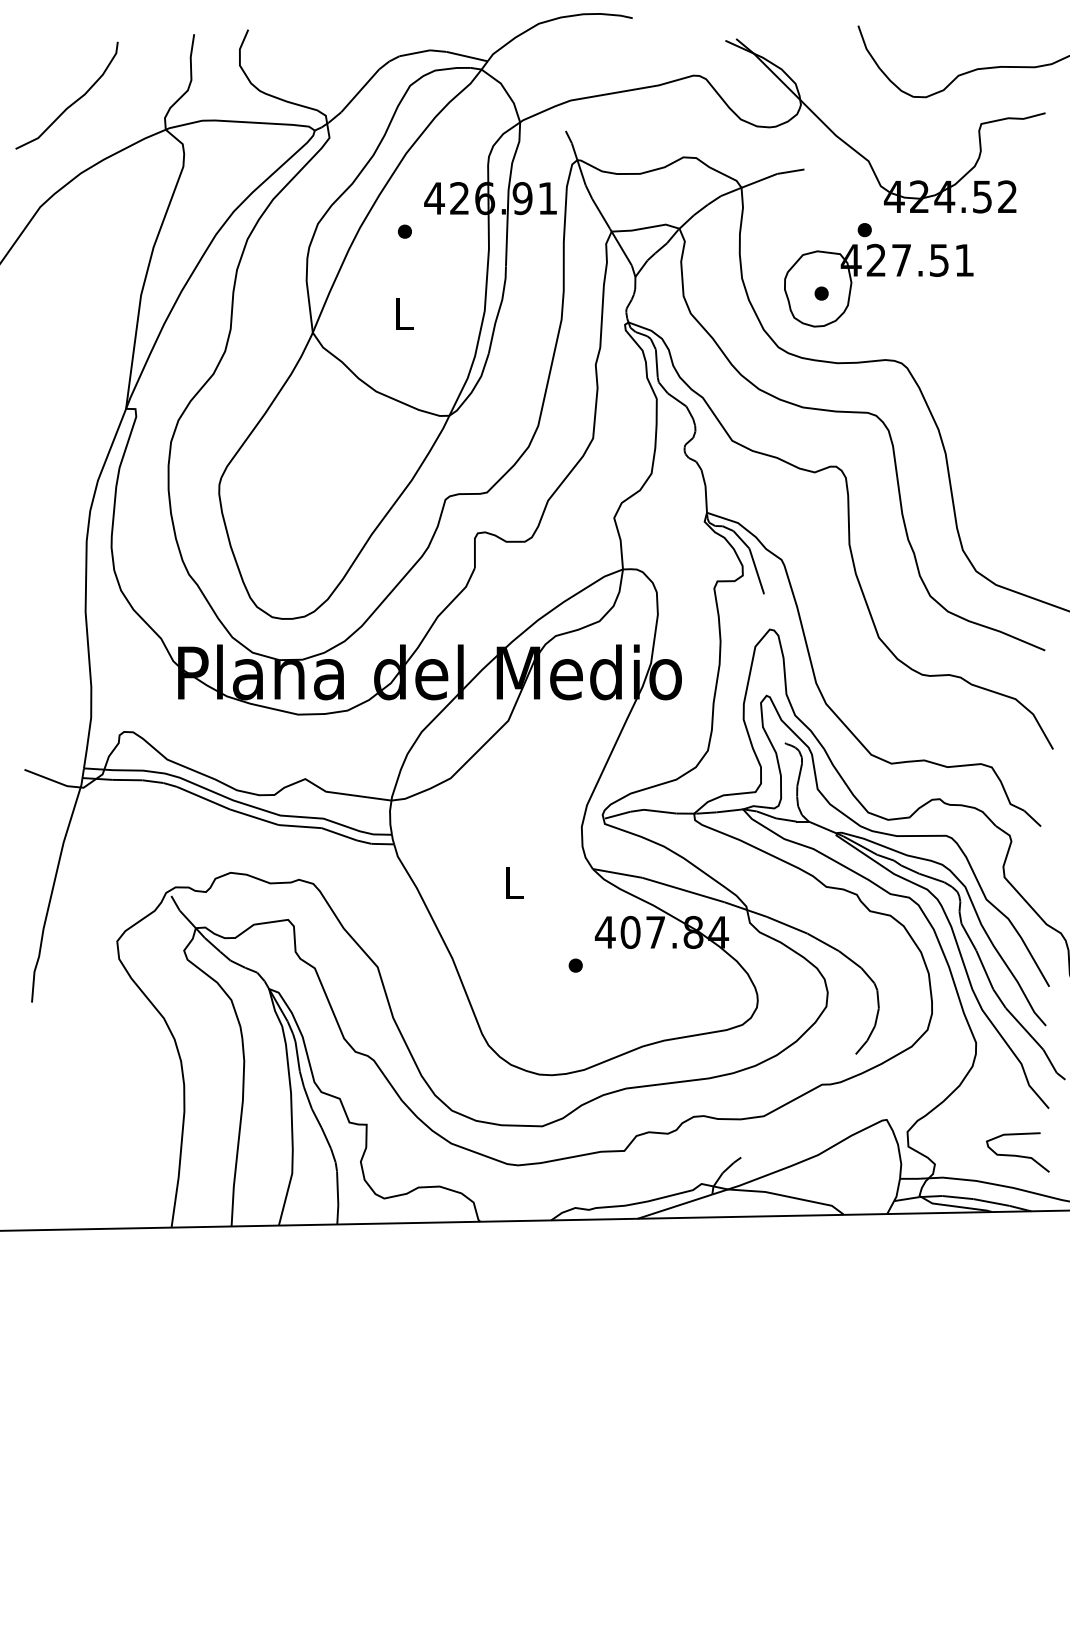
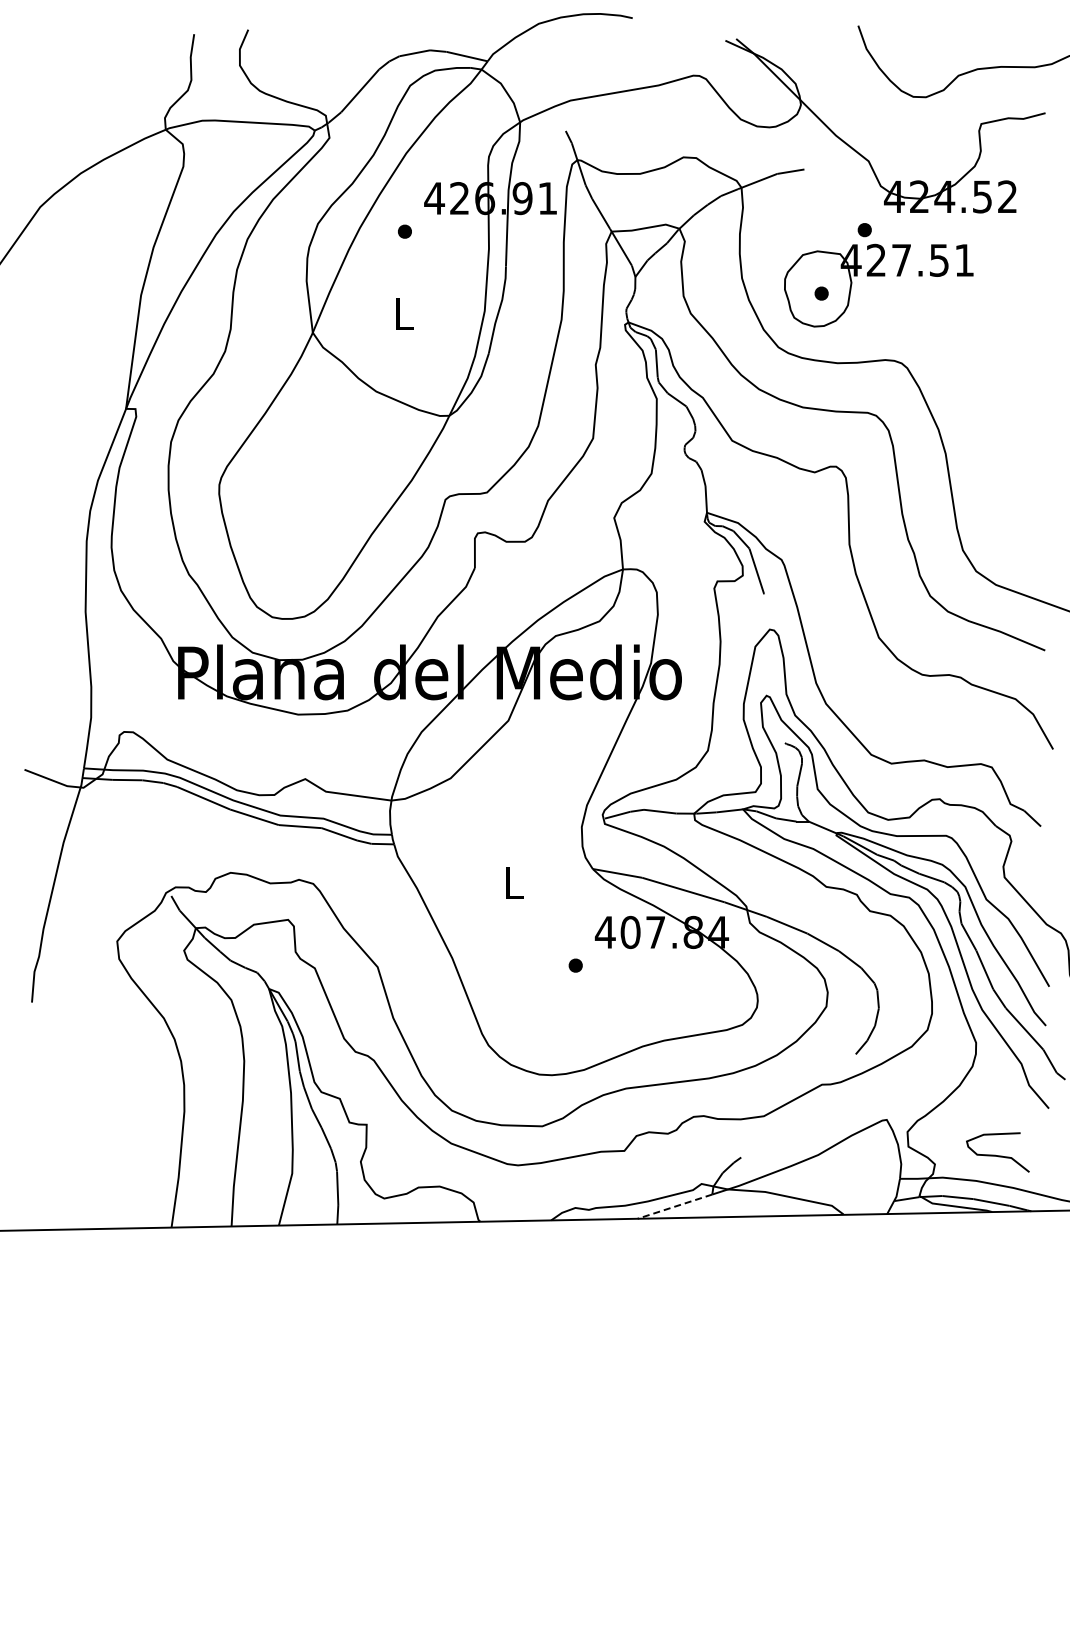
curve at (71, 103): present -> none
curve at (1015, 1154) position: (1015, 1154) -> (995, 1154)
line at (674, 1206): solid -> dashed
